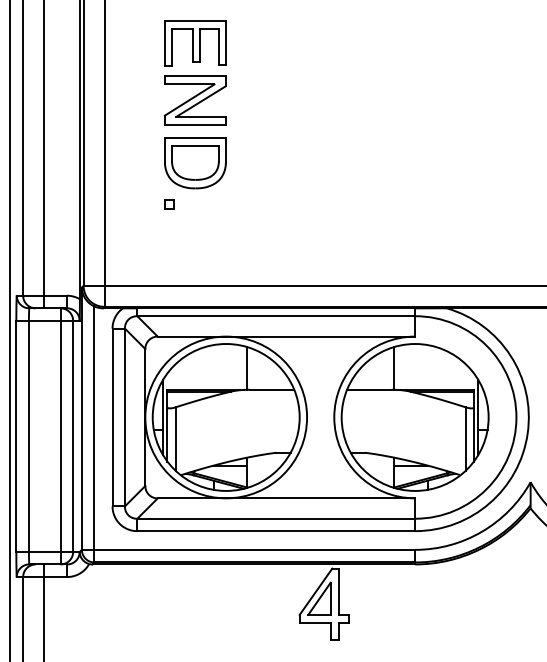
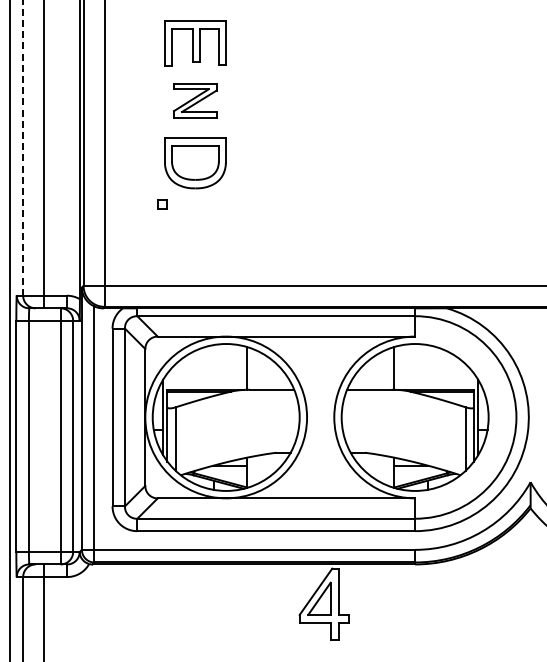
part at (195, 100) size: 63x51 px -> 45x36 px
line at (23, 147): solid -> dashed
part at (169, 204) position: (169, 204) -> (162, 204)
